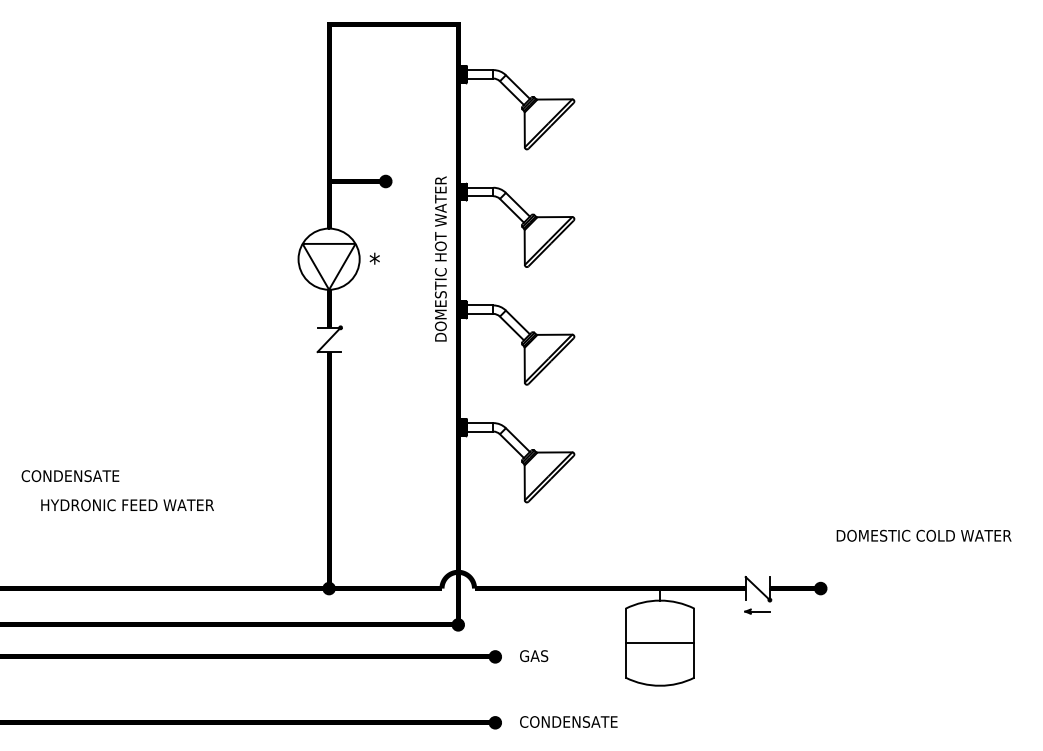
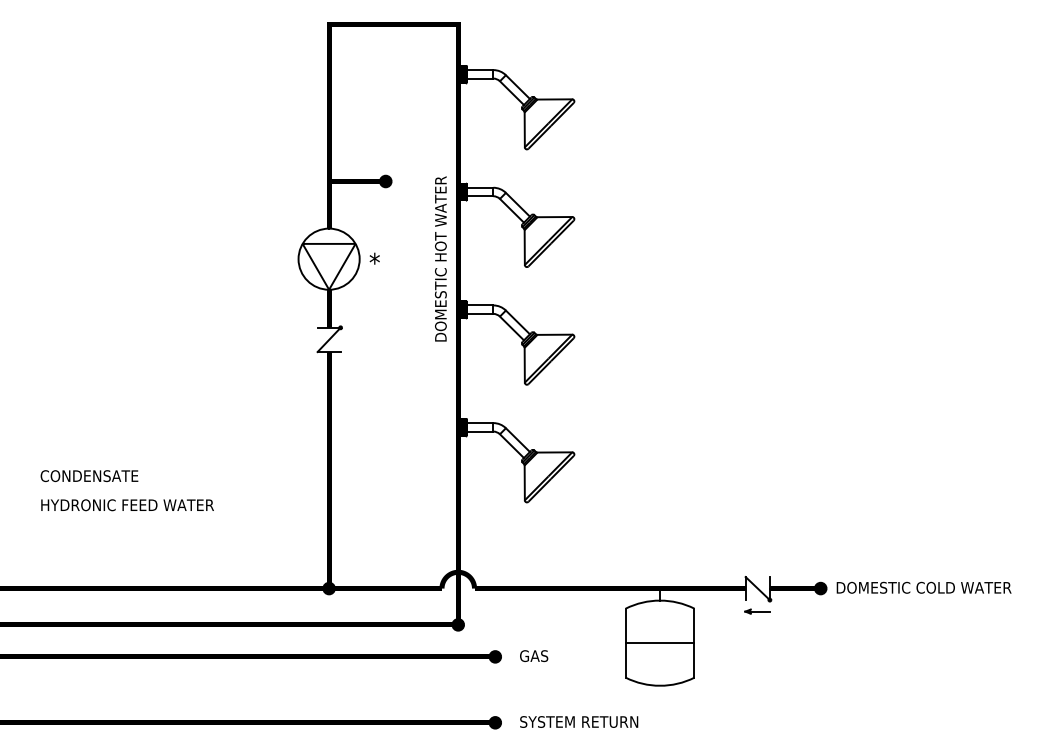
text at (70, 476) position: (70, 476) -> (89, 476)
text at (923, 535) position: (923, 535) -> (923, 587)
text at (579, 721): CONDENSATE -> SYSTEM RETURN
